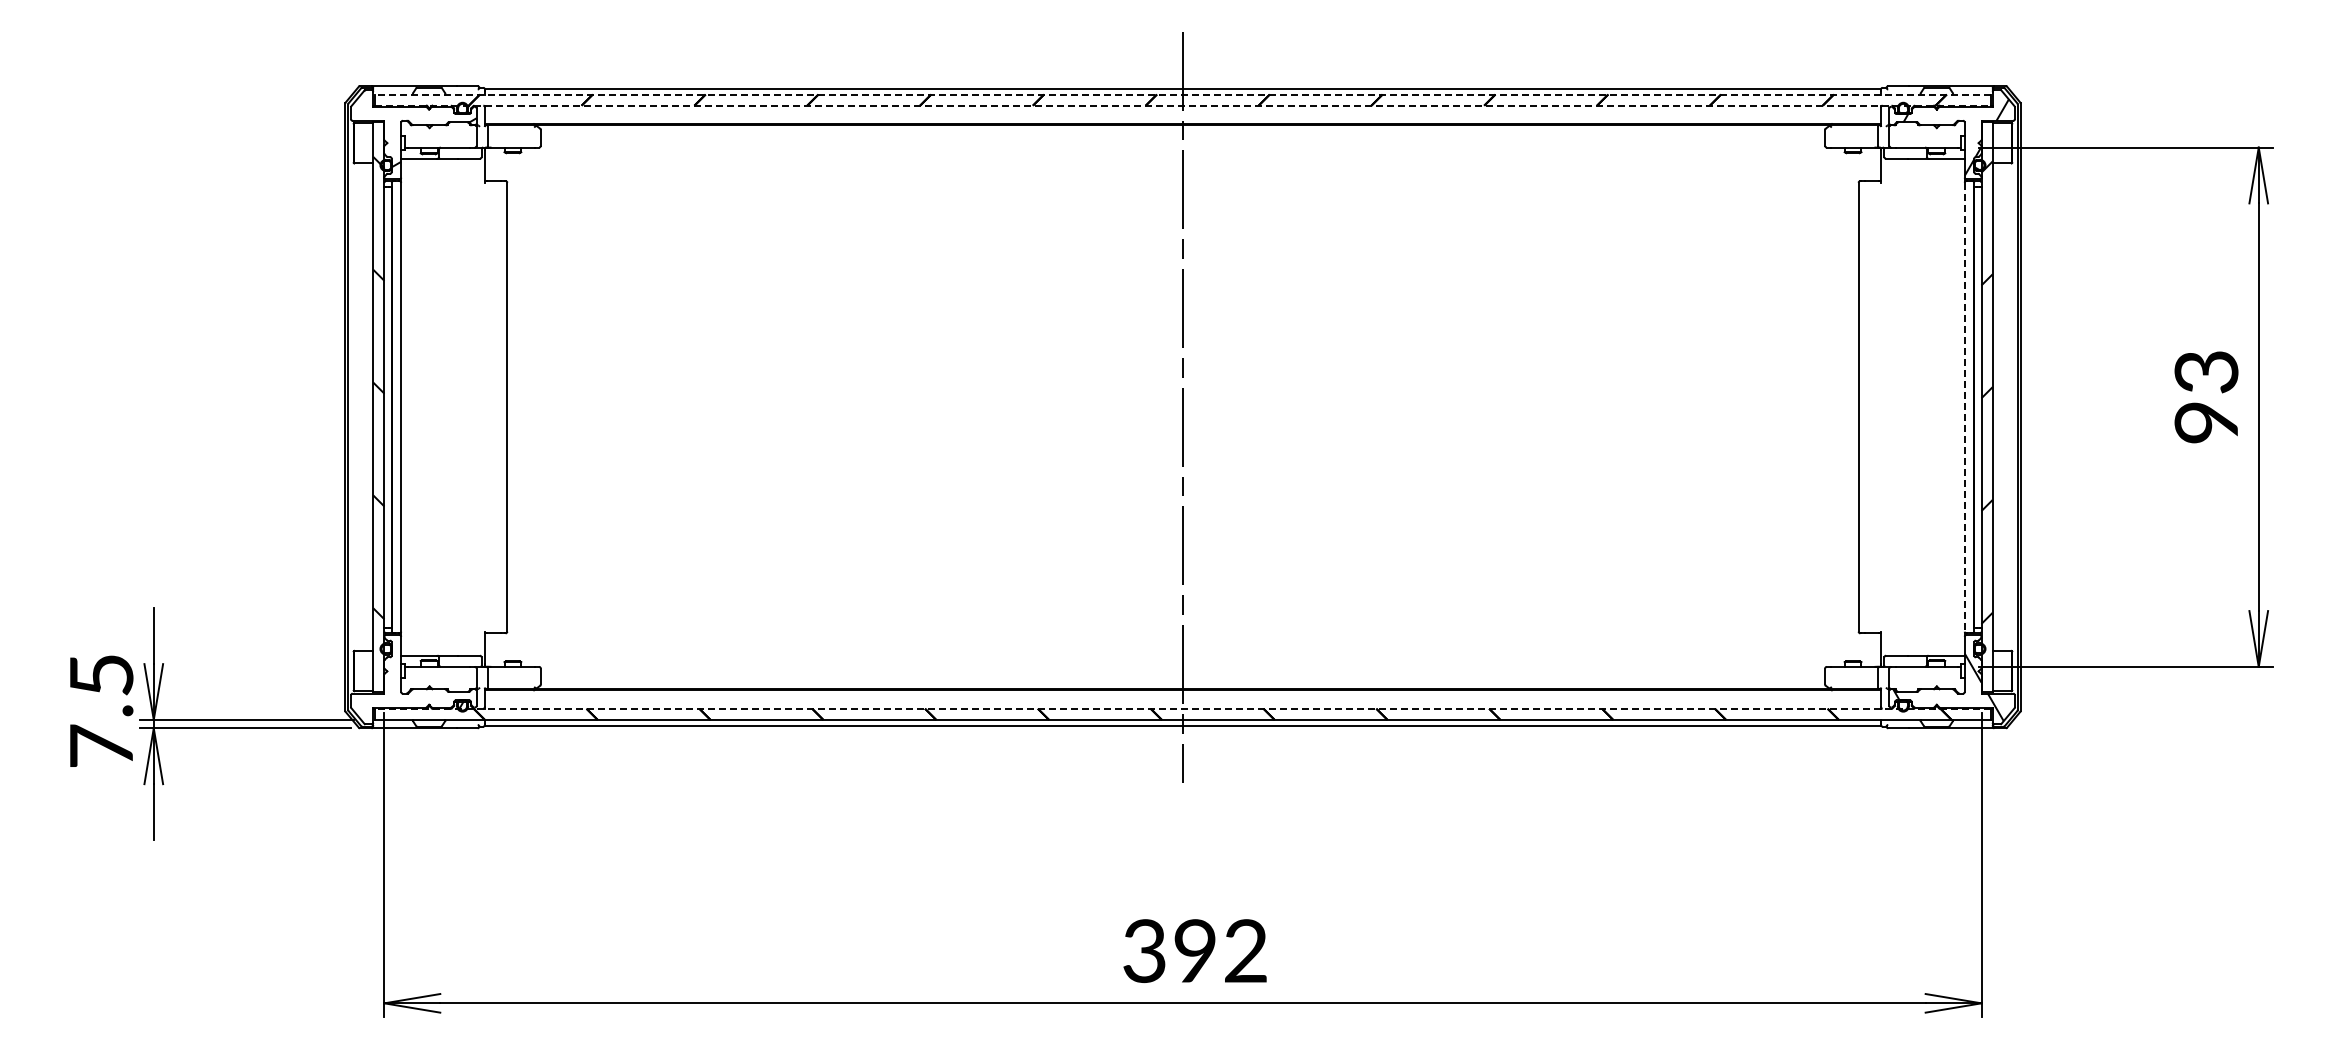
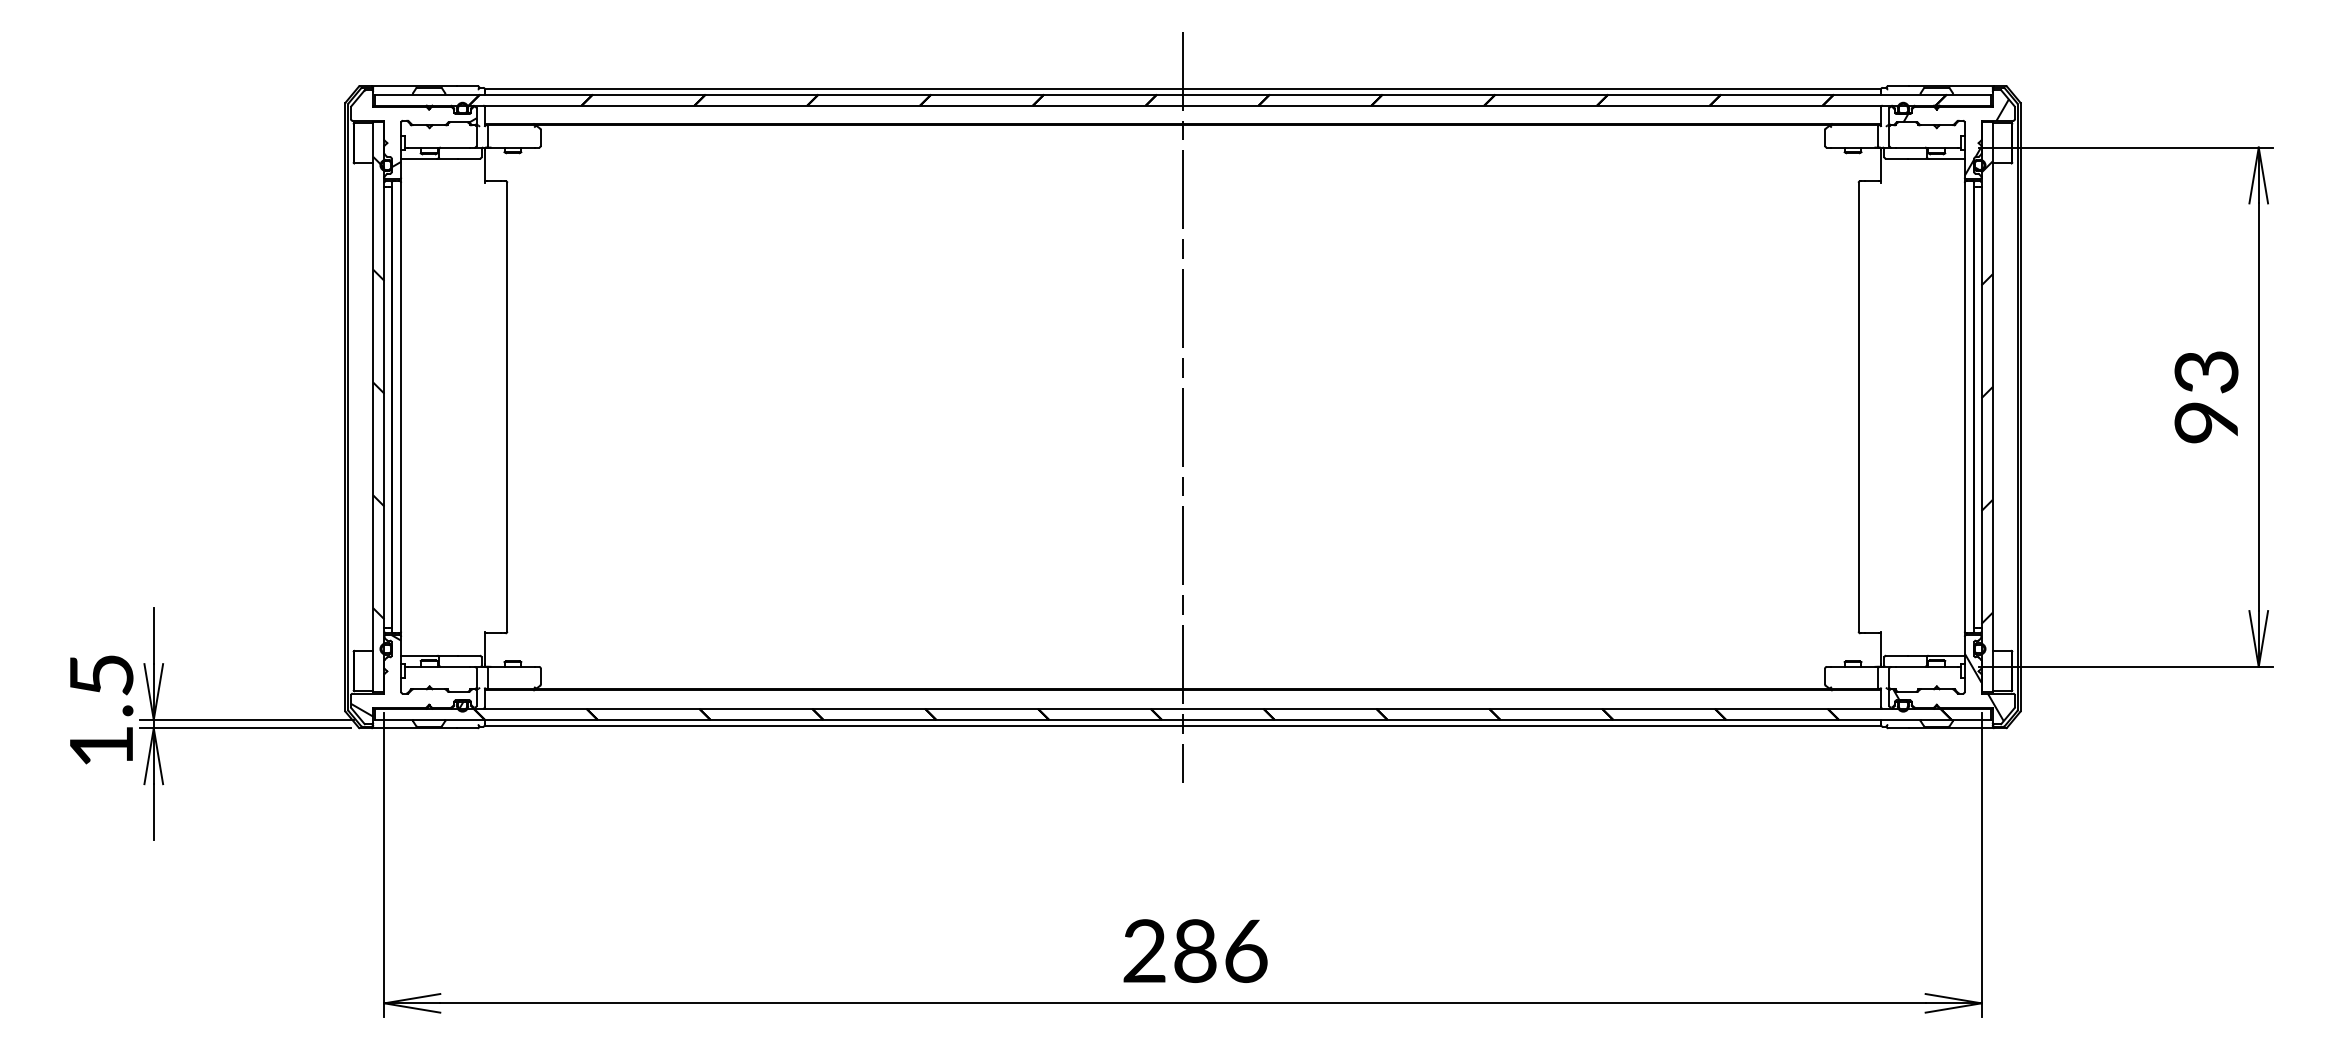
line at (1182, 94): dashed -> solid
line at (1183, 105): dashed -> solid
line at (1964, 407): dashed -> solid
hatch at (375, 675): none -> present
line at (1182, 708): dashed -> solid
text at (101, 745): 7.5 -> 1.5
text at (1195, 951): 392 -> 286
